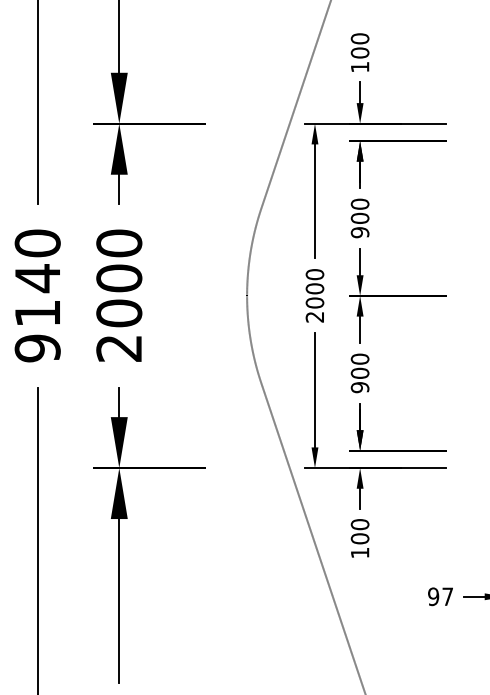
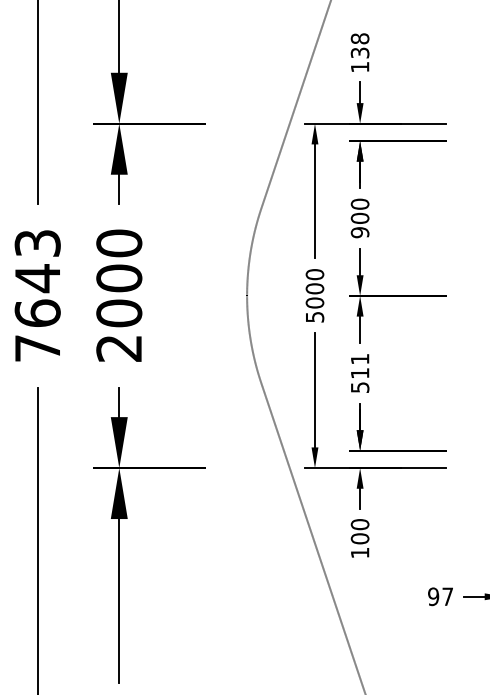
text at (359, 45): 100 -> 138
text at (37, 295): 9140 -> 7643
text at (314, 317): 2000 -> 5000
text at (359, 373): 900 -> 511
